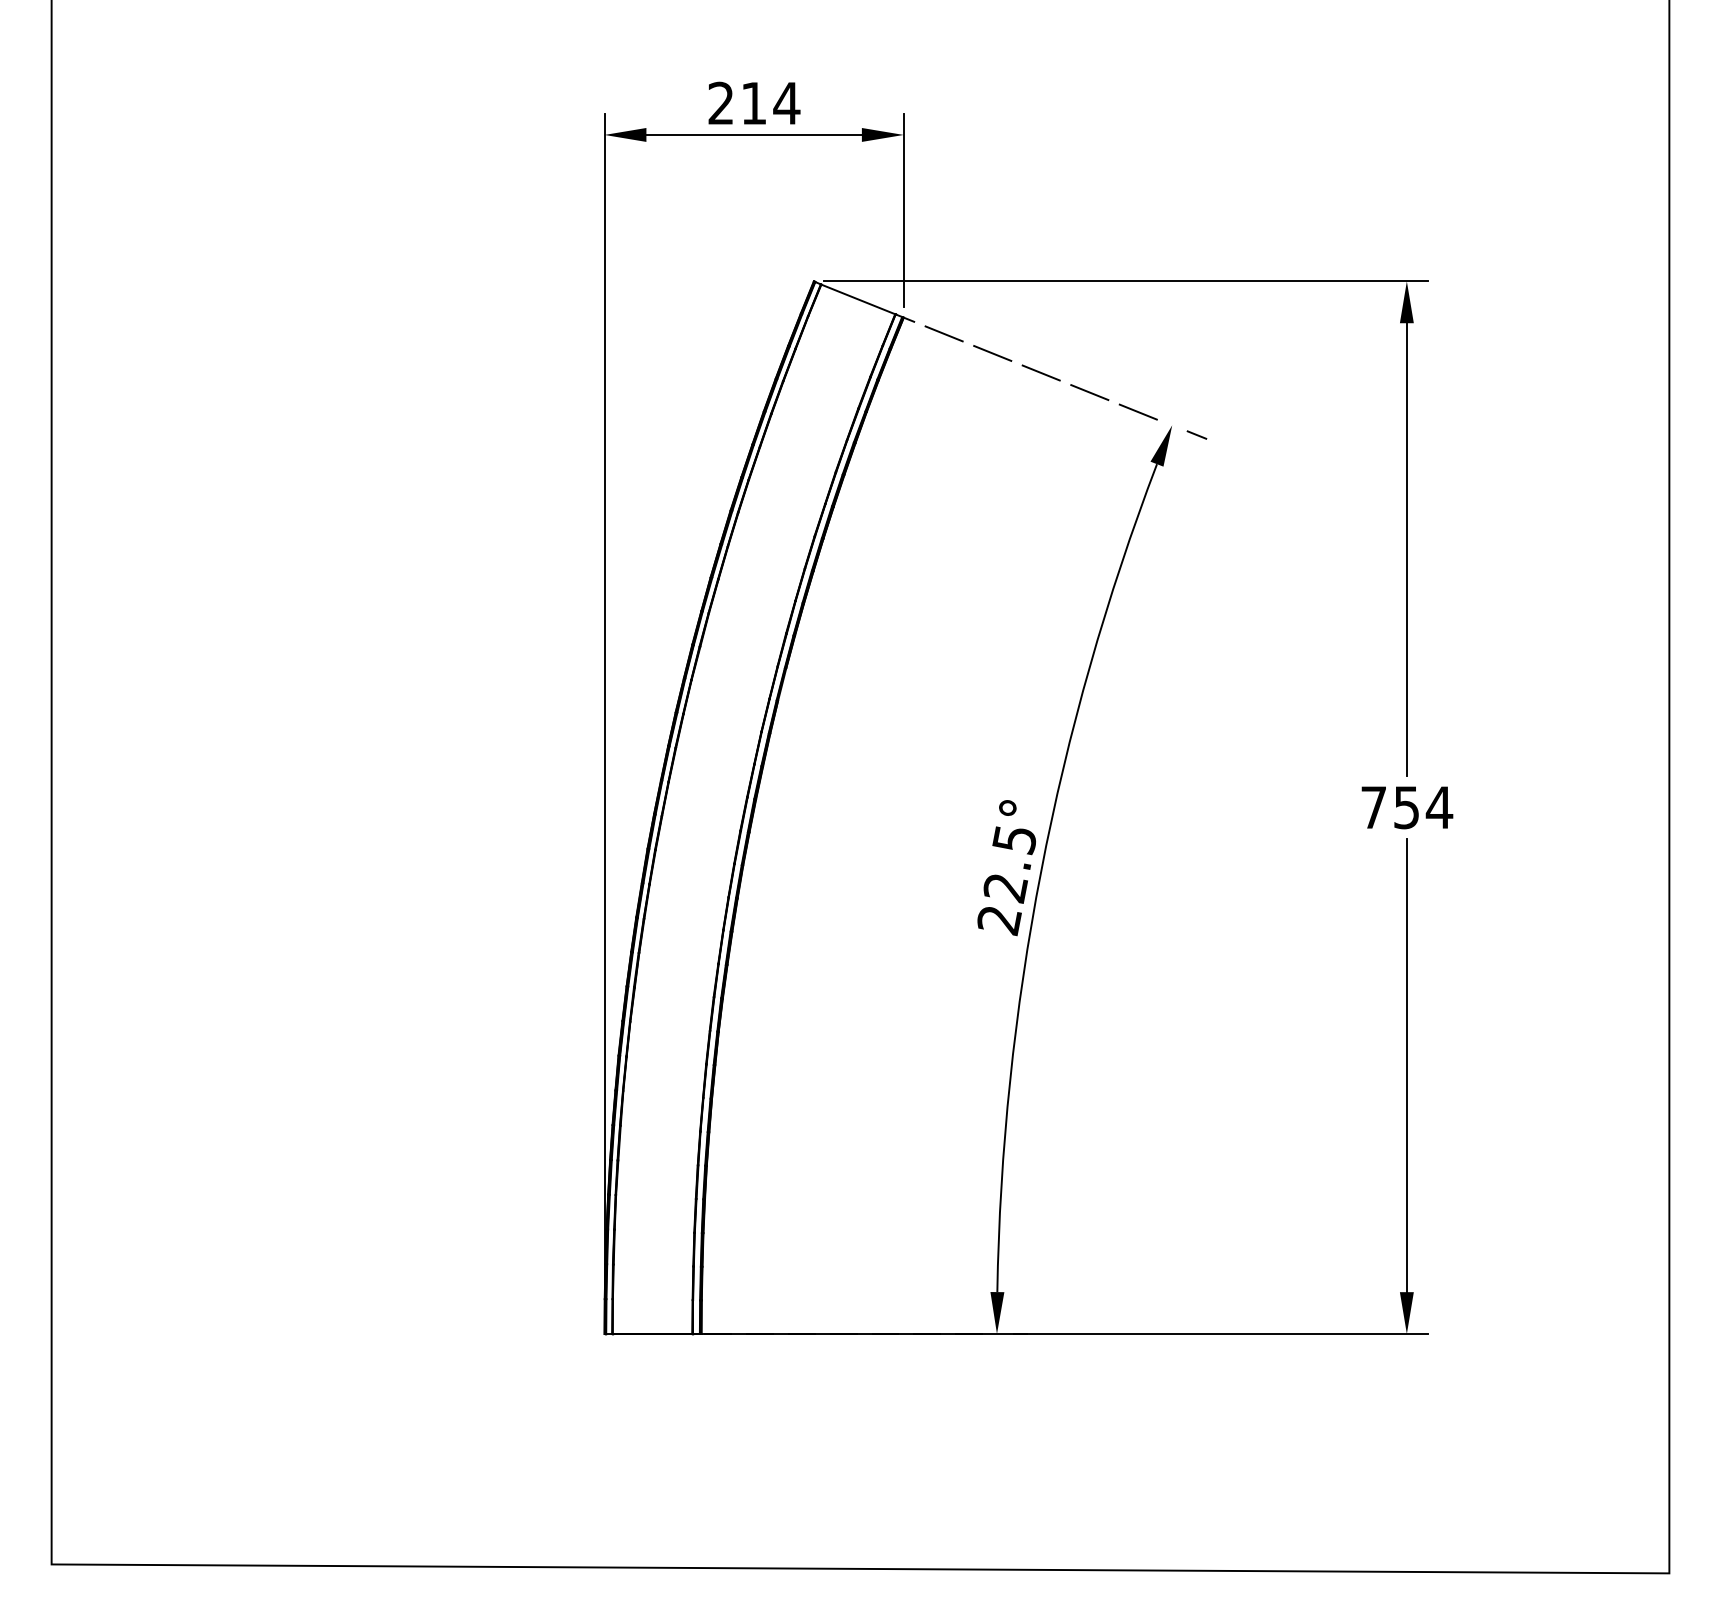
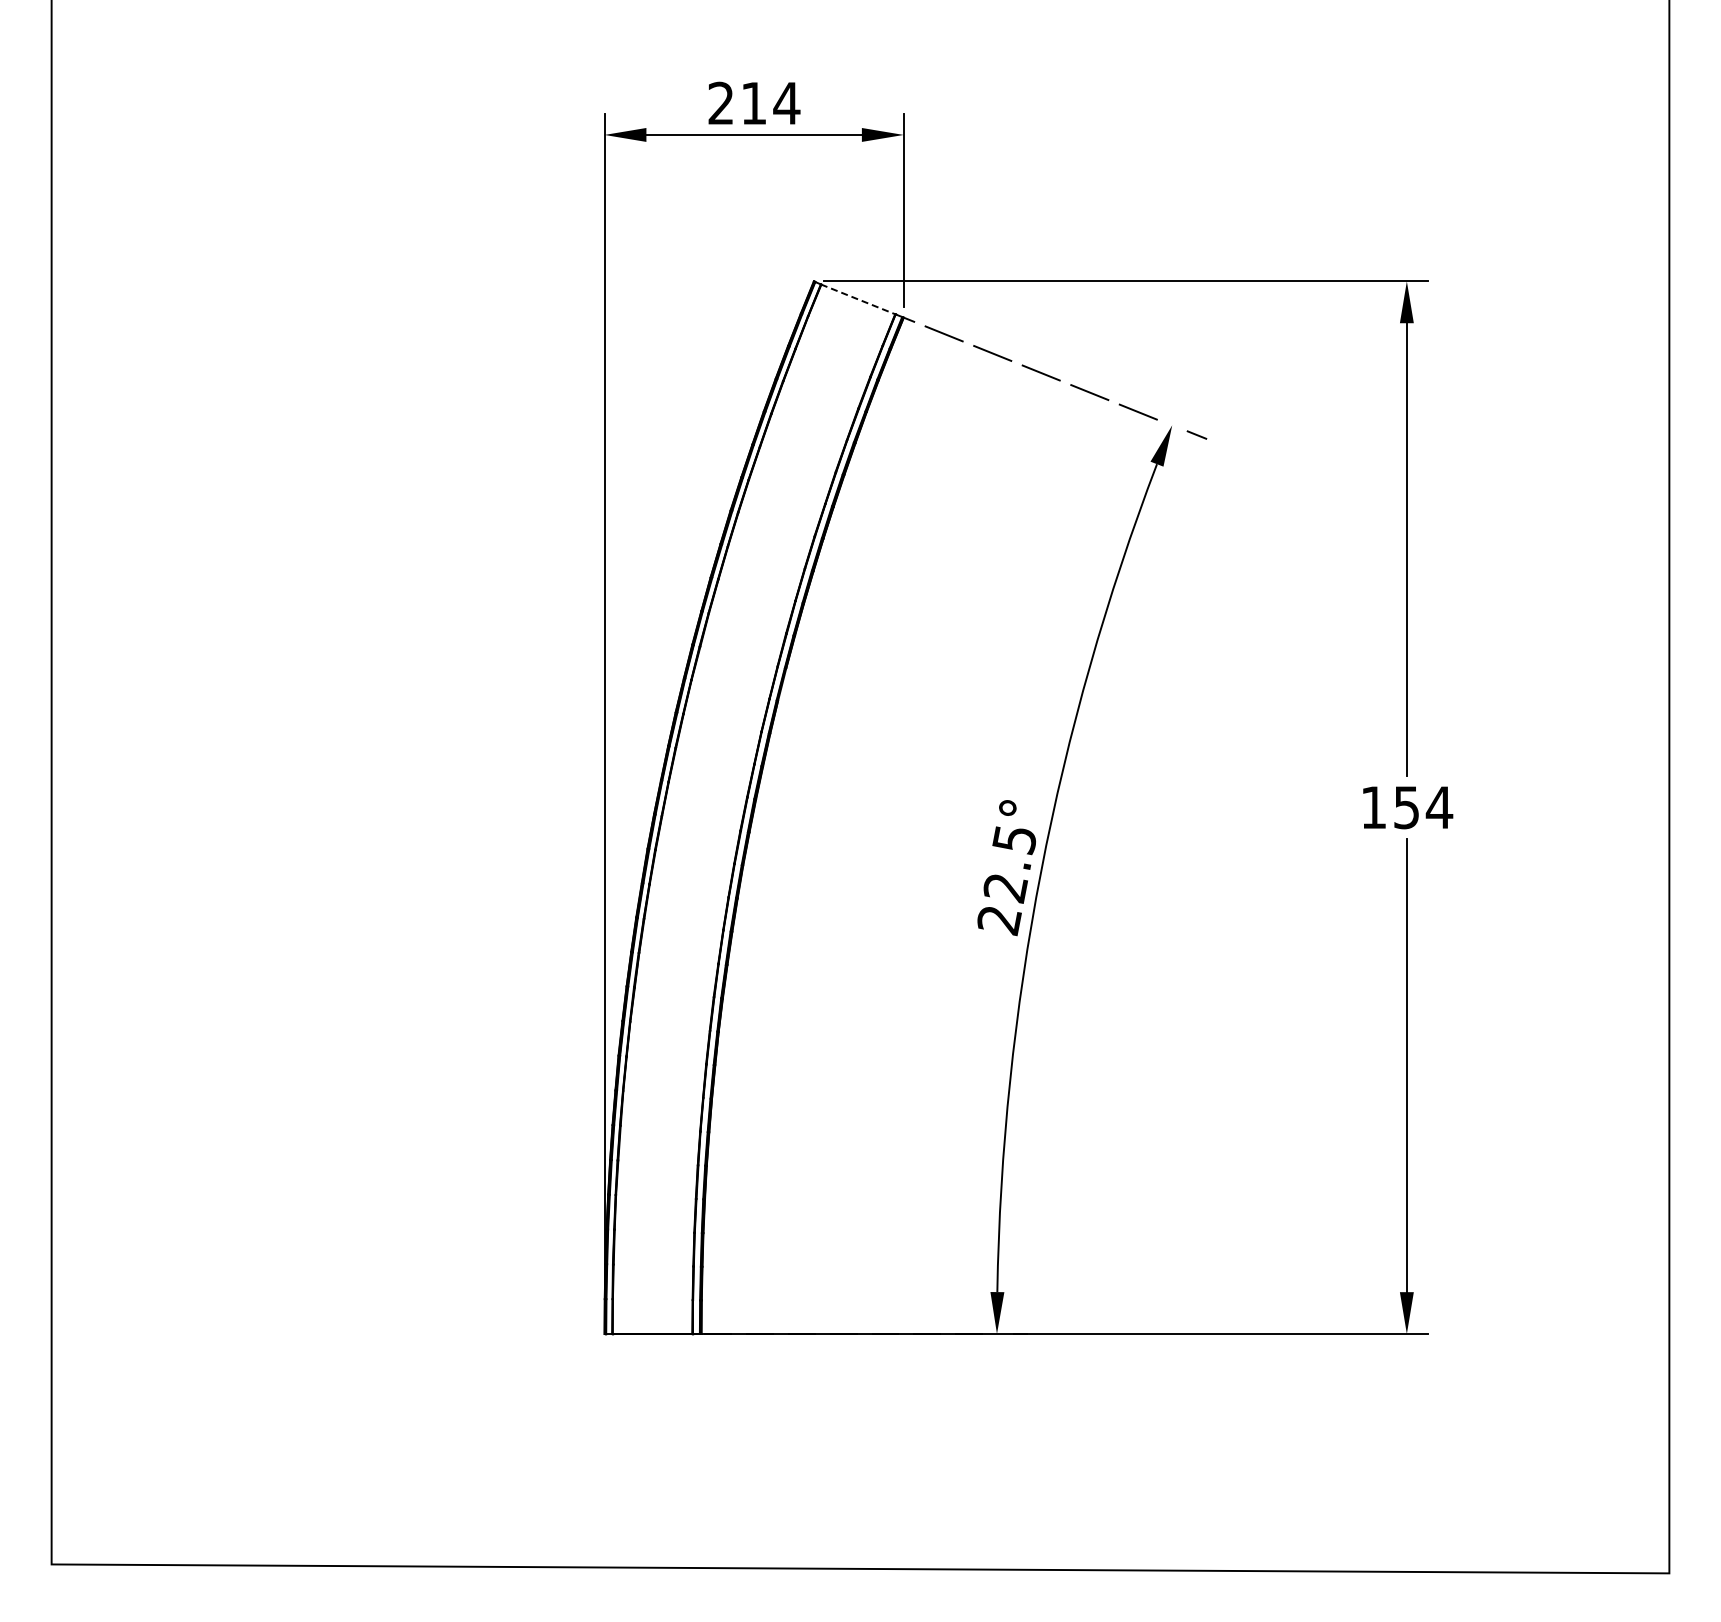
line at (858, 299): solid -> dashed
text at (1373, 807): 754 -> 154
